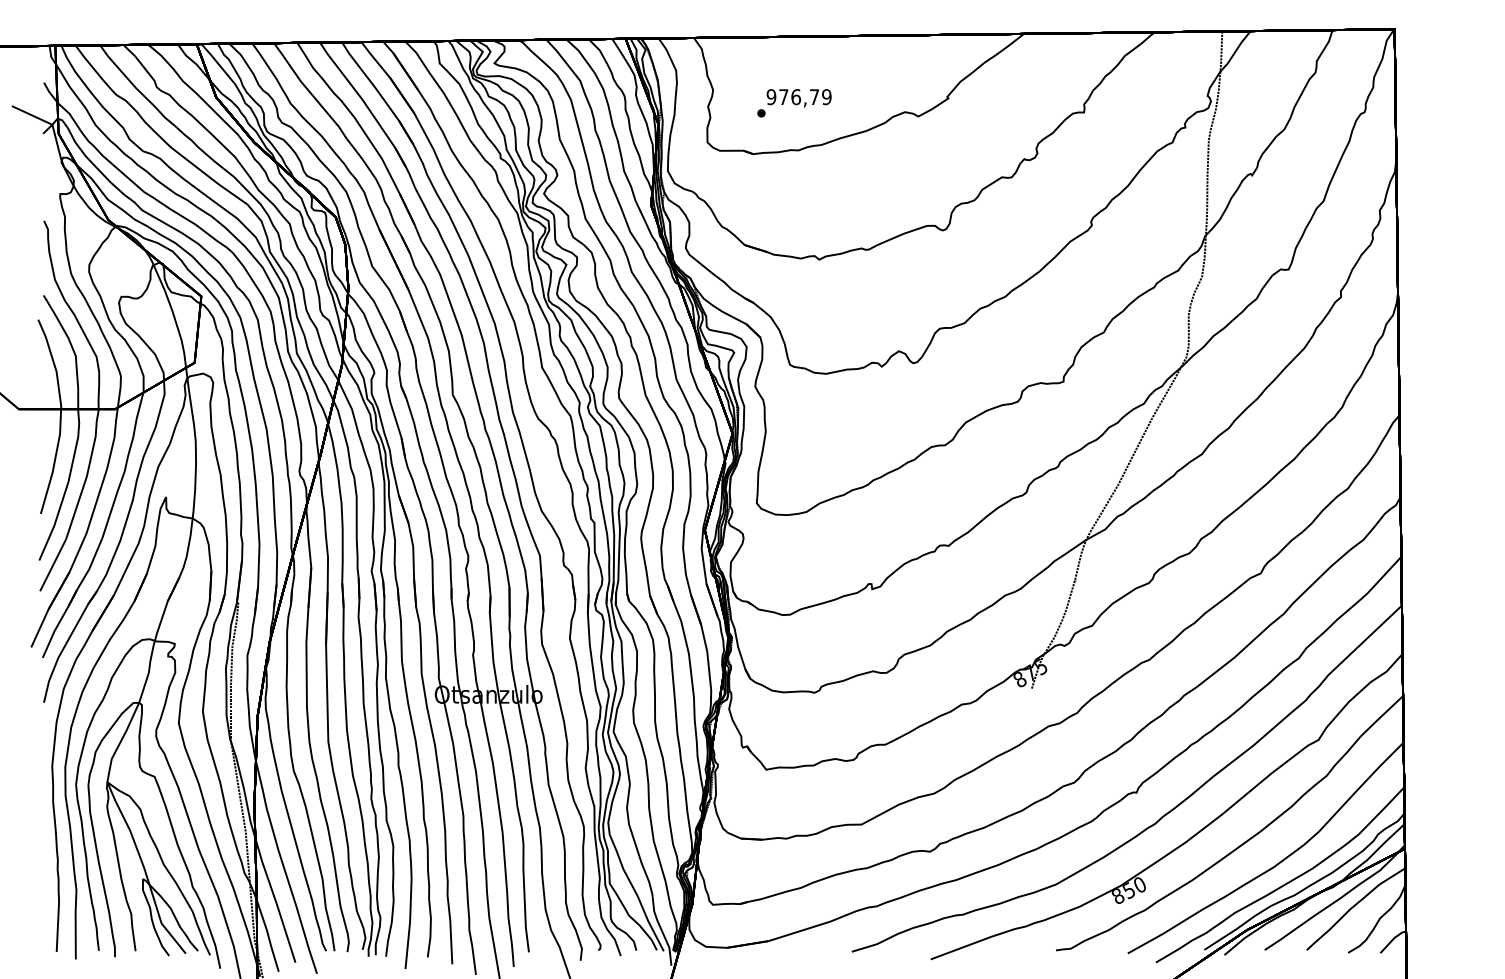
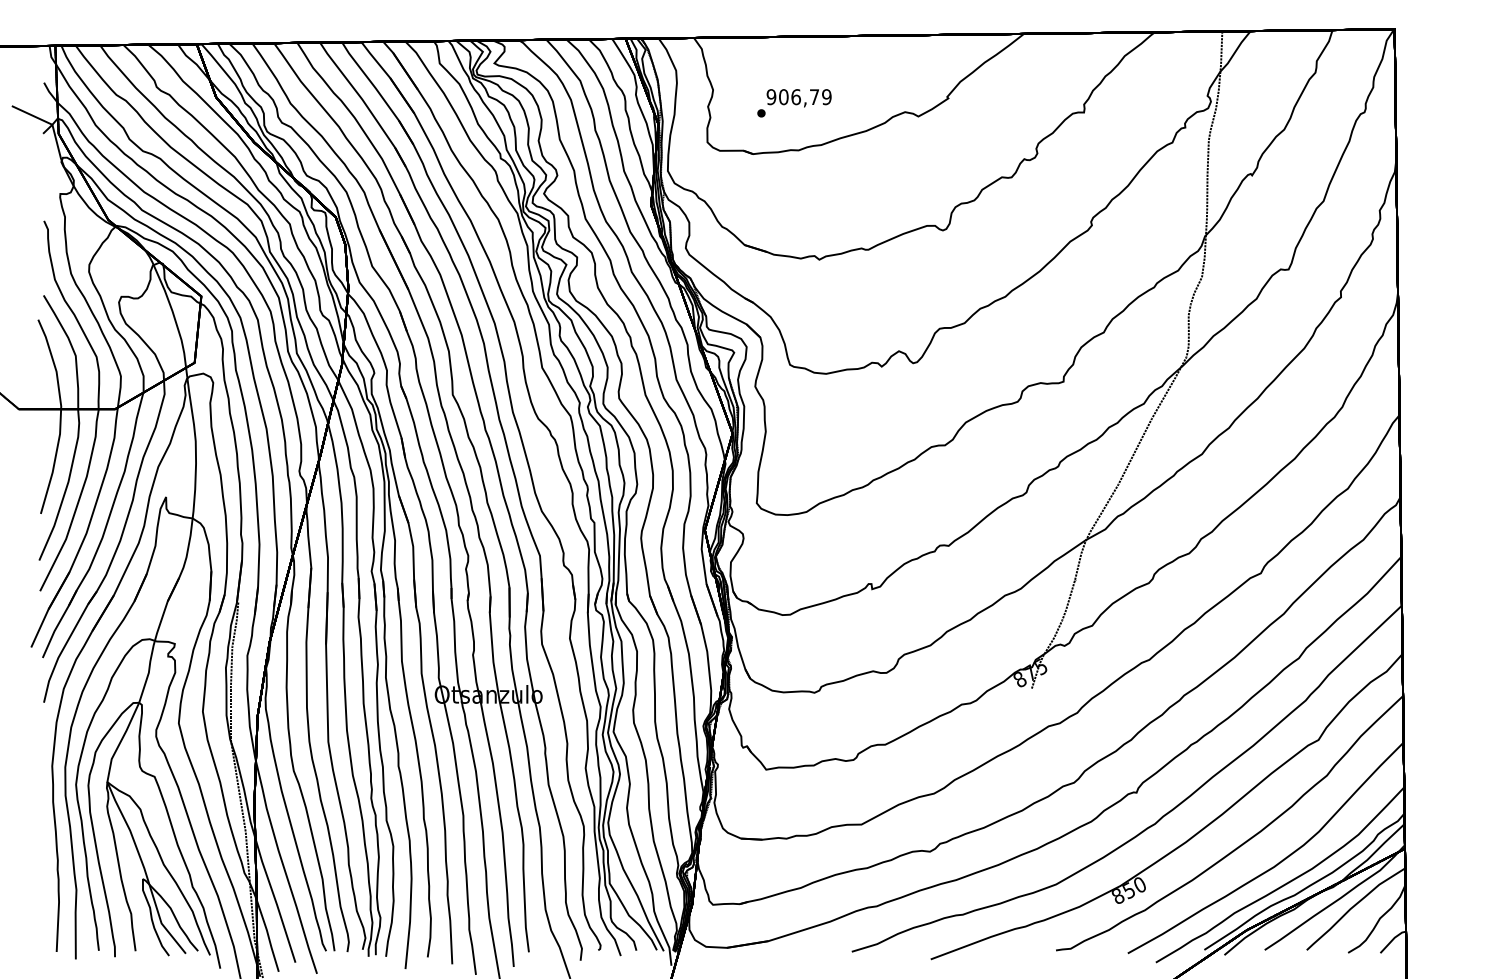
text at (783, 97): 976,79 -> 906,79
